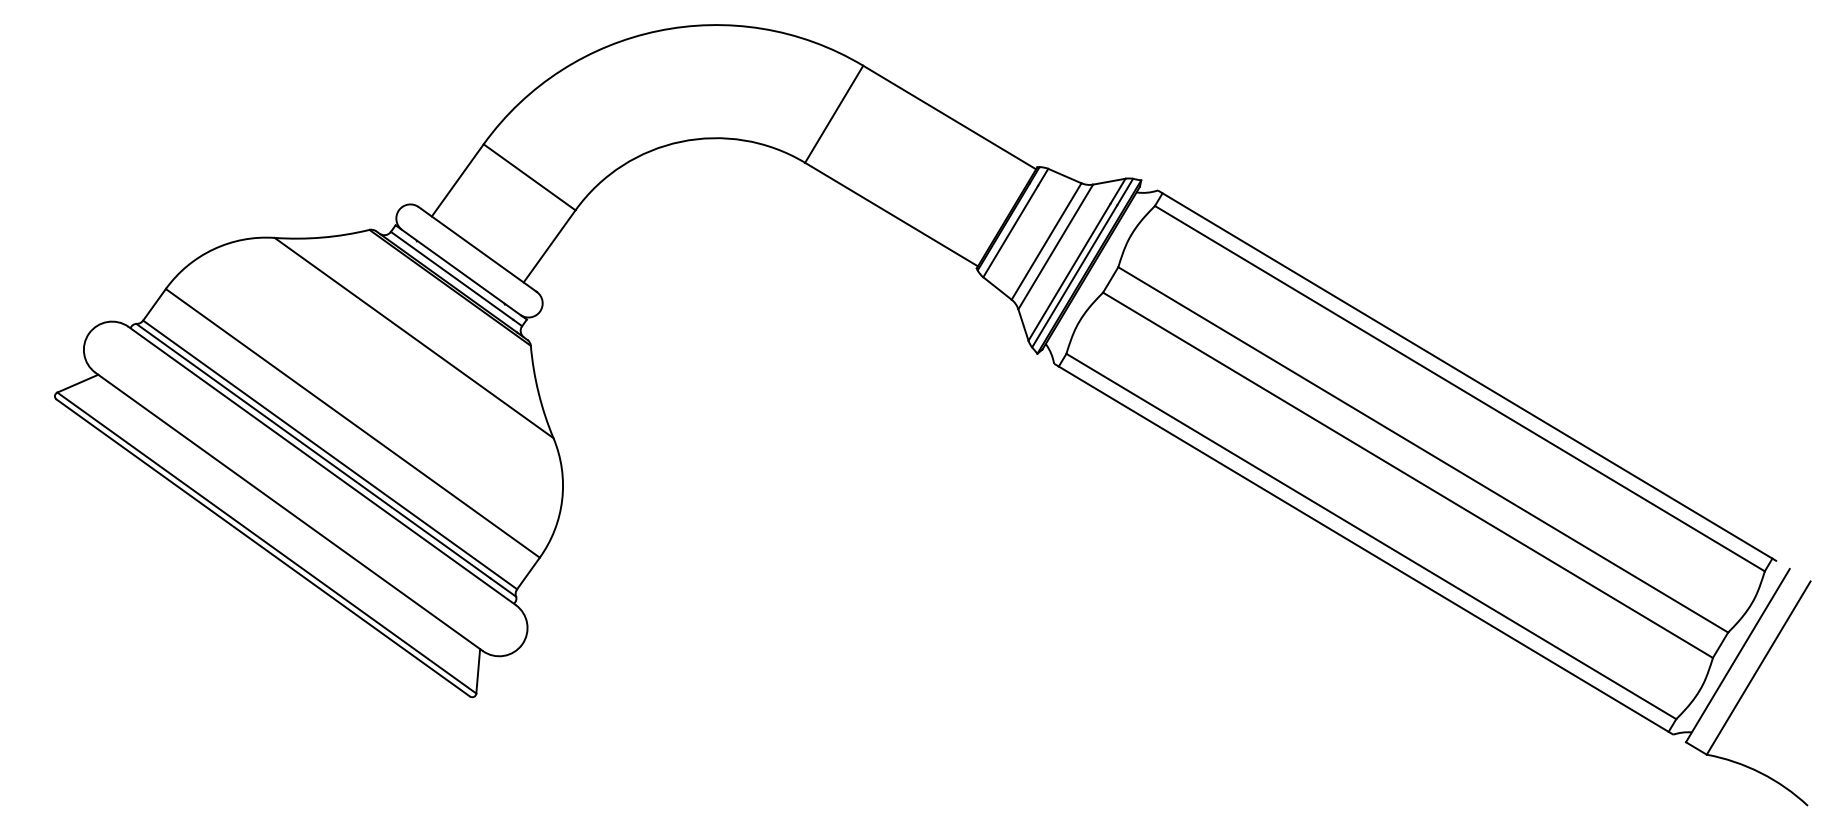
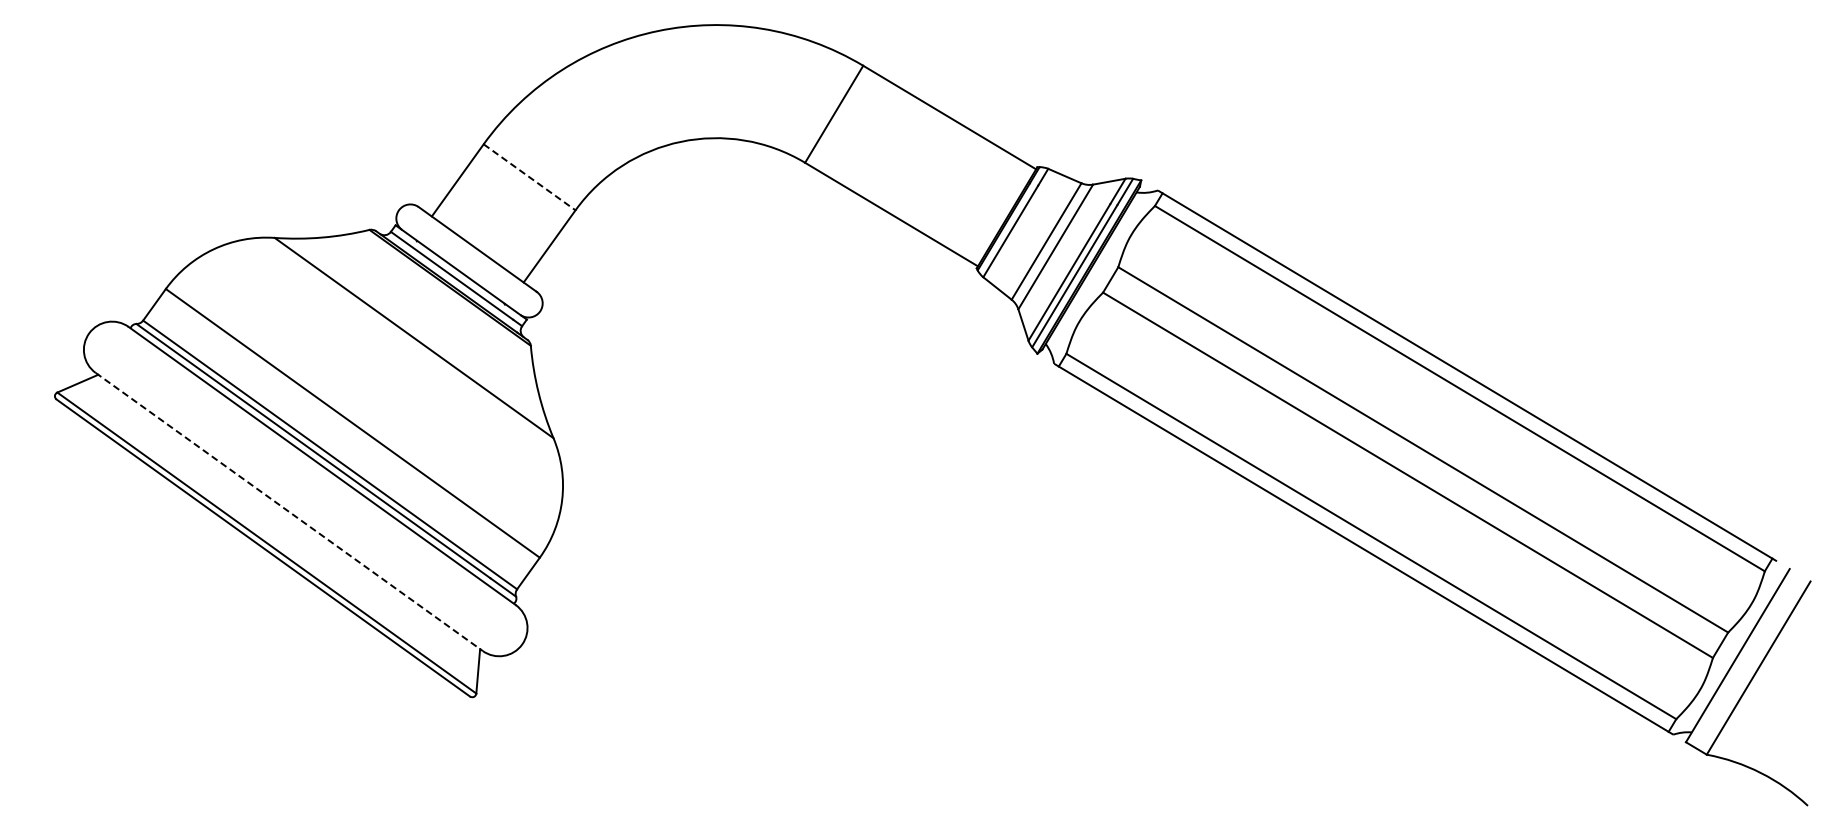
line at (529, 177): solid -> dashed
line at (289, 512): solid -> dashed
